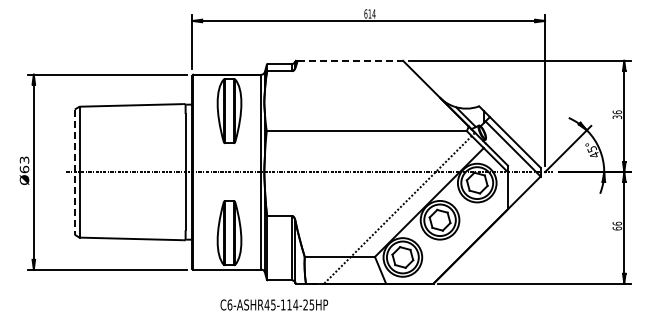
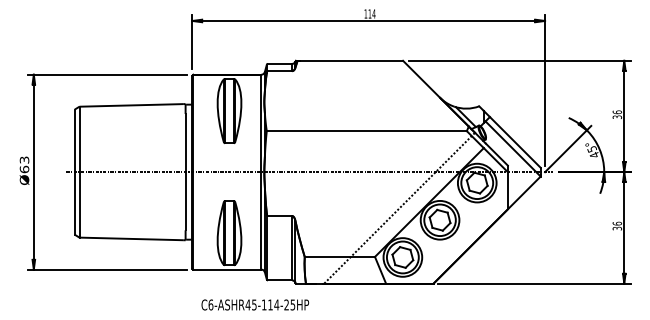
text at (365, 13): 614 -> 114
line at (350, 60): dashed -> solid
line at (74, 172): dashed -> solid
text at (617, 228): 66 -> 36
text at (274, 304) position: (274, 304) -> (255, 304)
